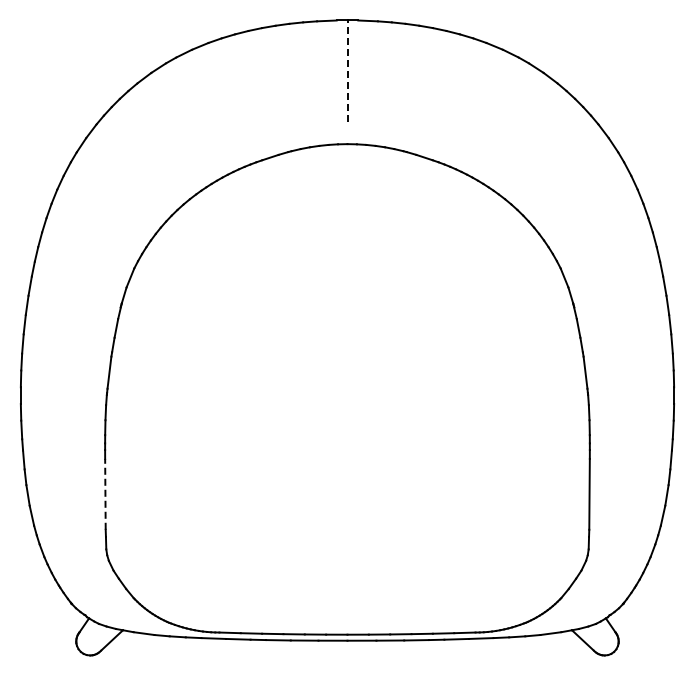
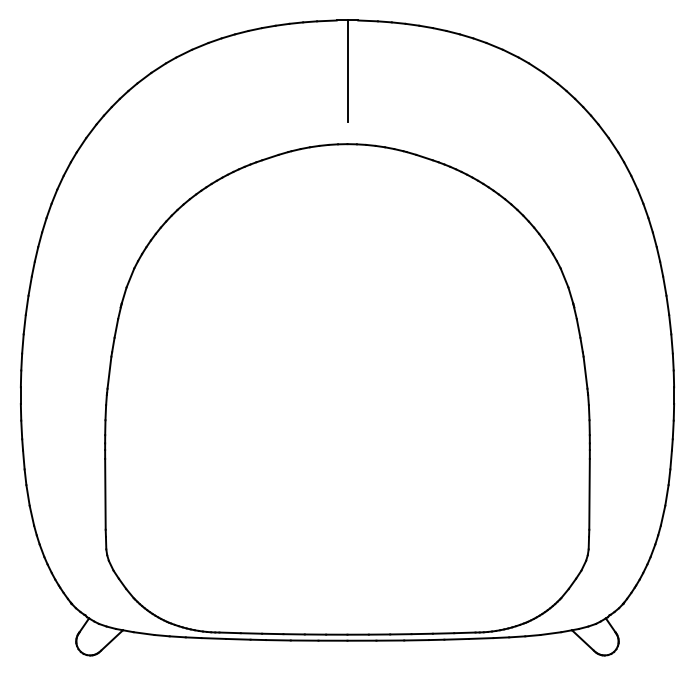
line at (347, 71): dashed -> solid
line at (105, 493): dashed -> solid
